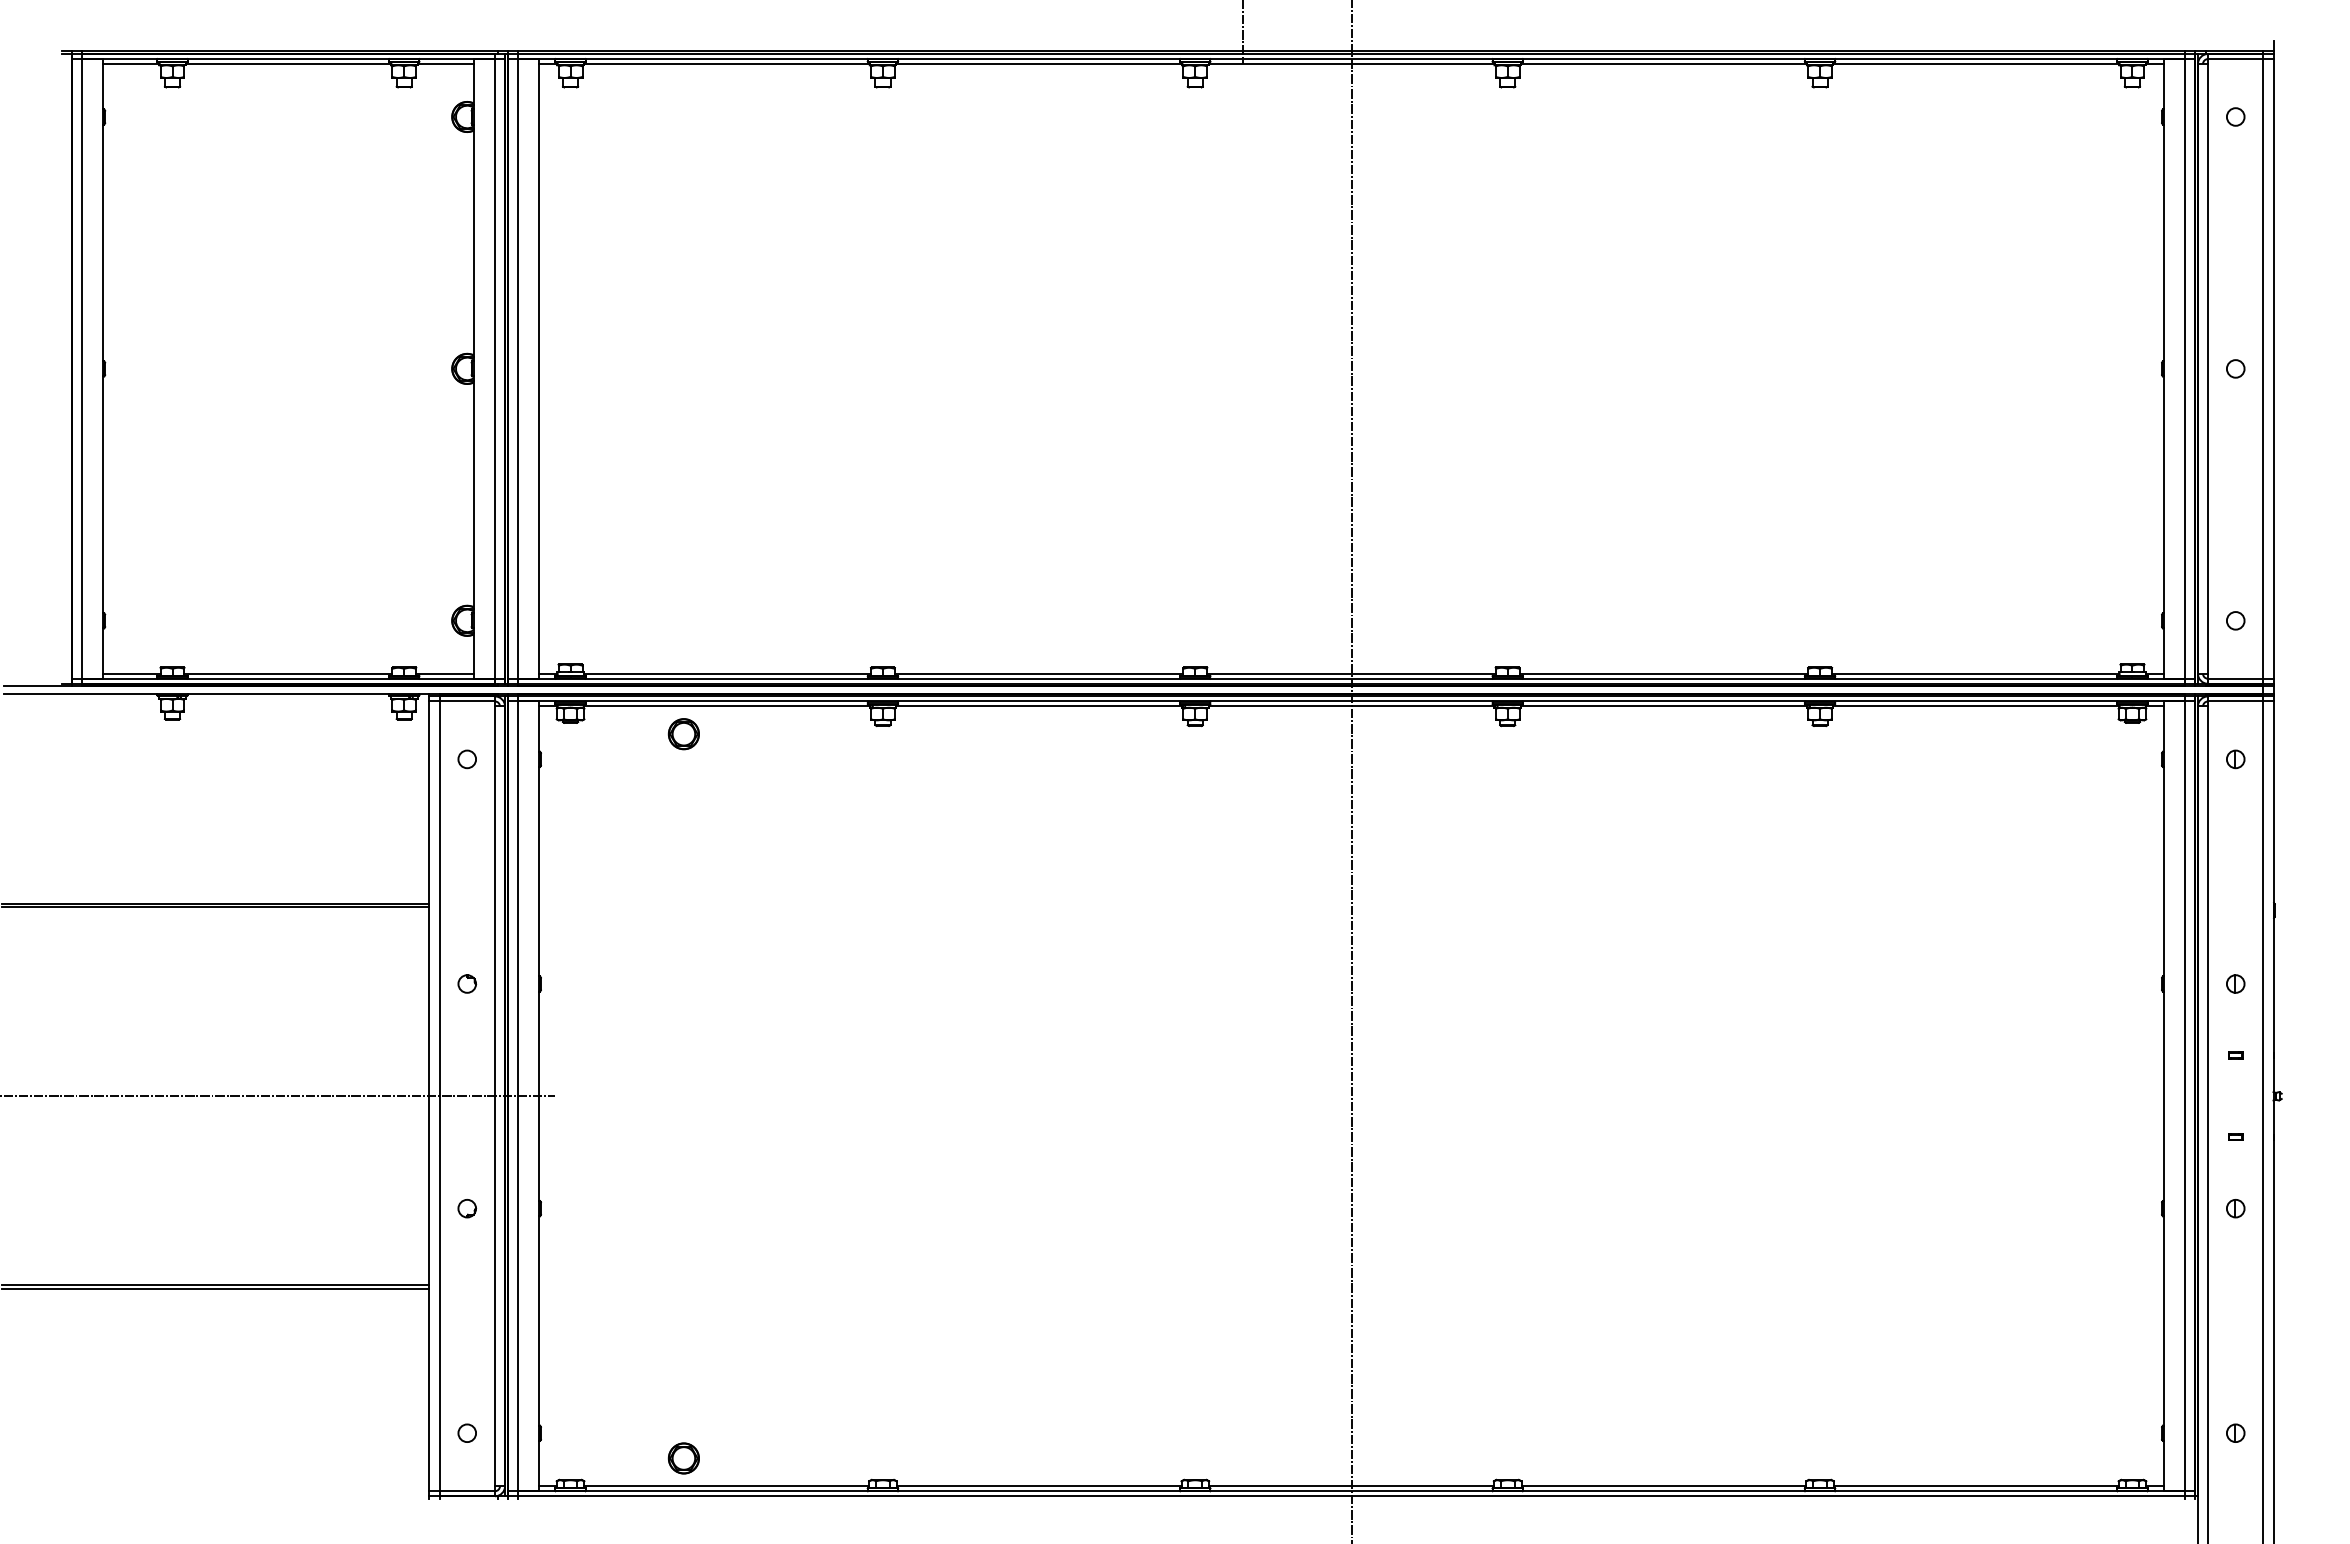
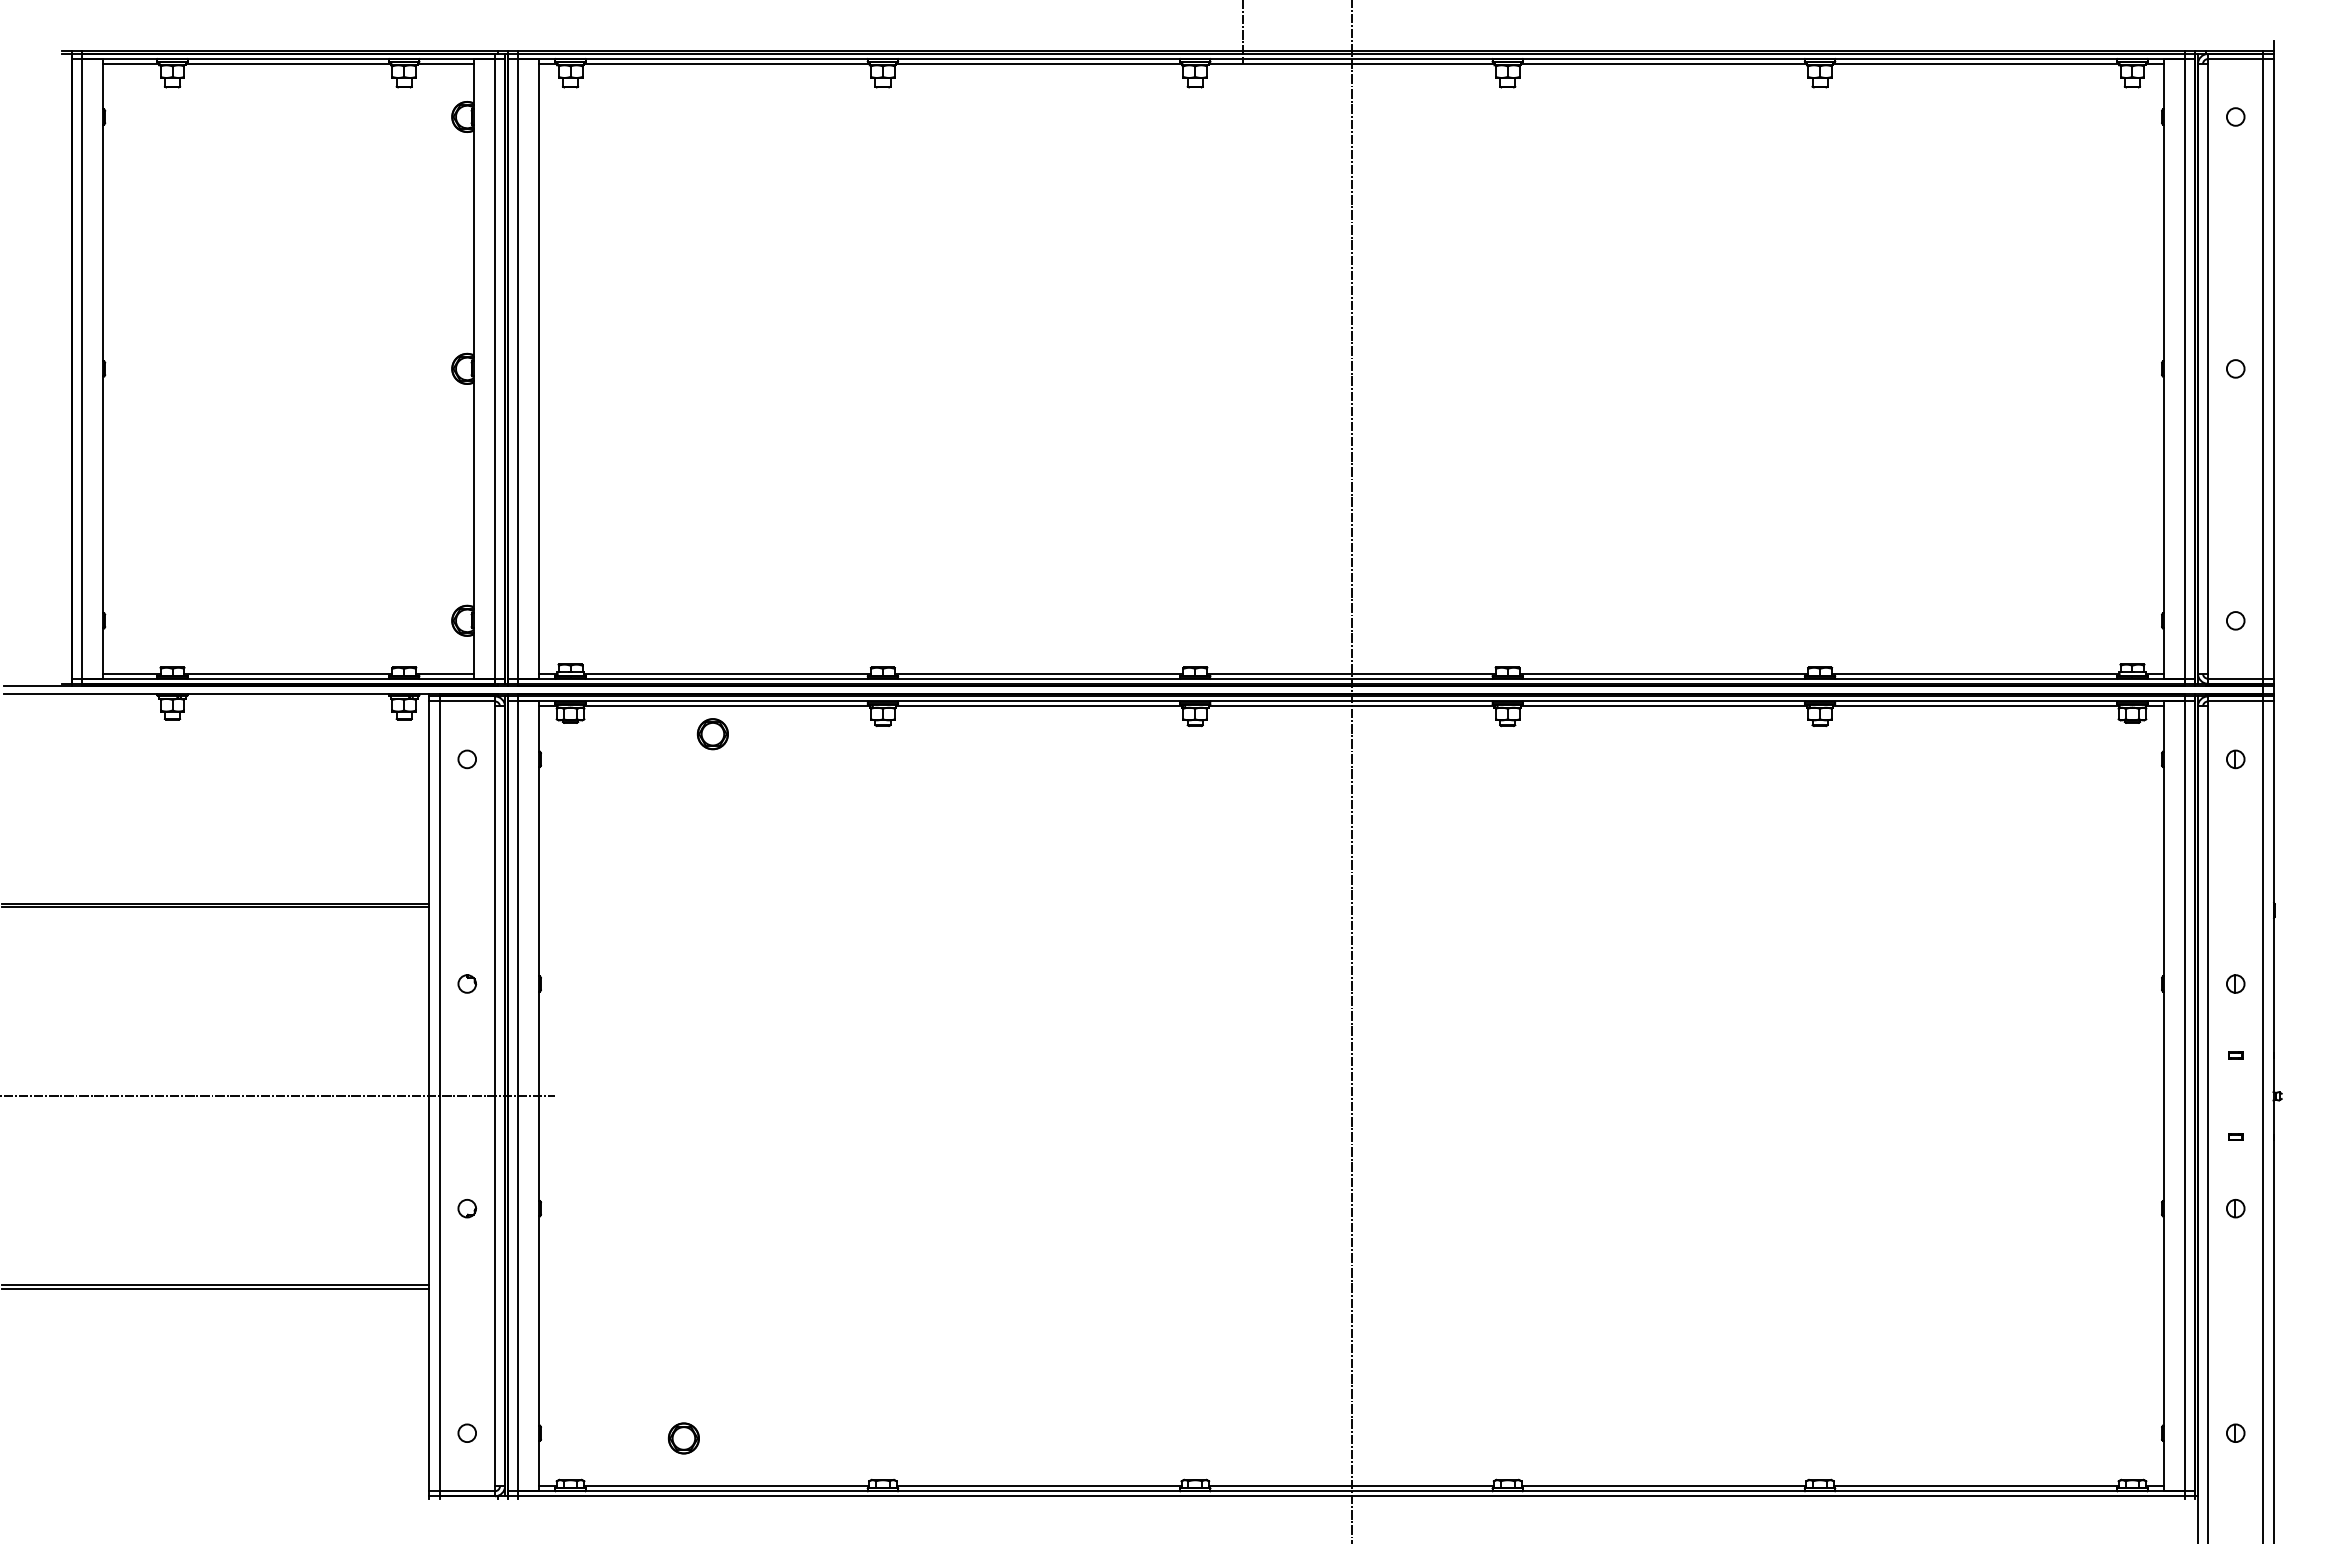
part at (683, 734) position: (683, 734) -> (712, 734)
part at (683, 1458) position: (683, 1458) -> (683, 1438)
